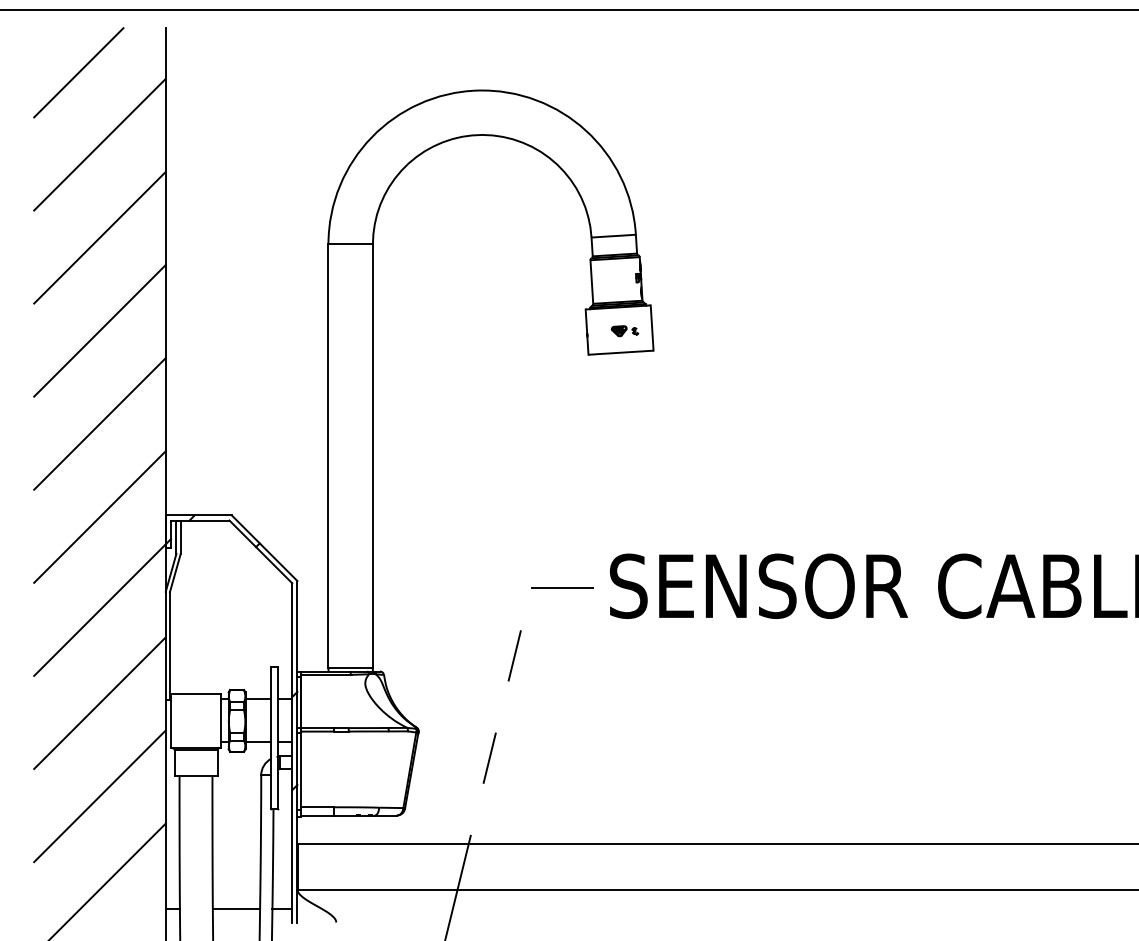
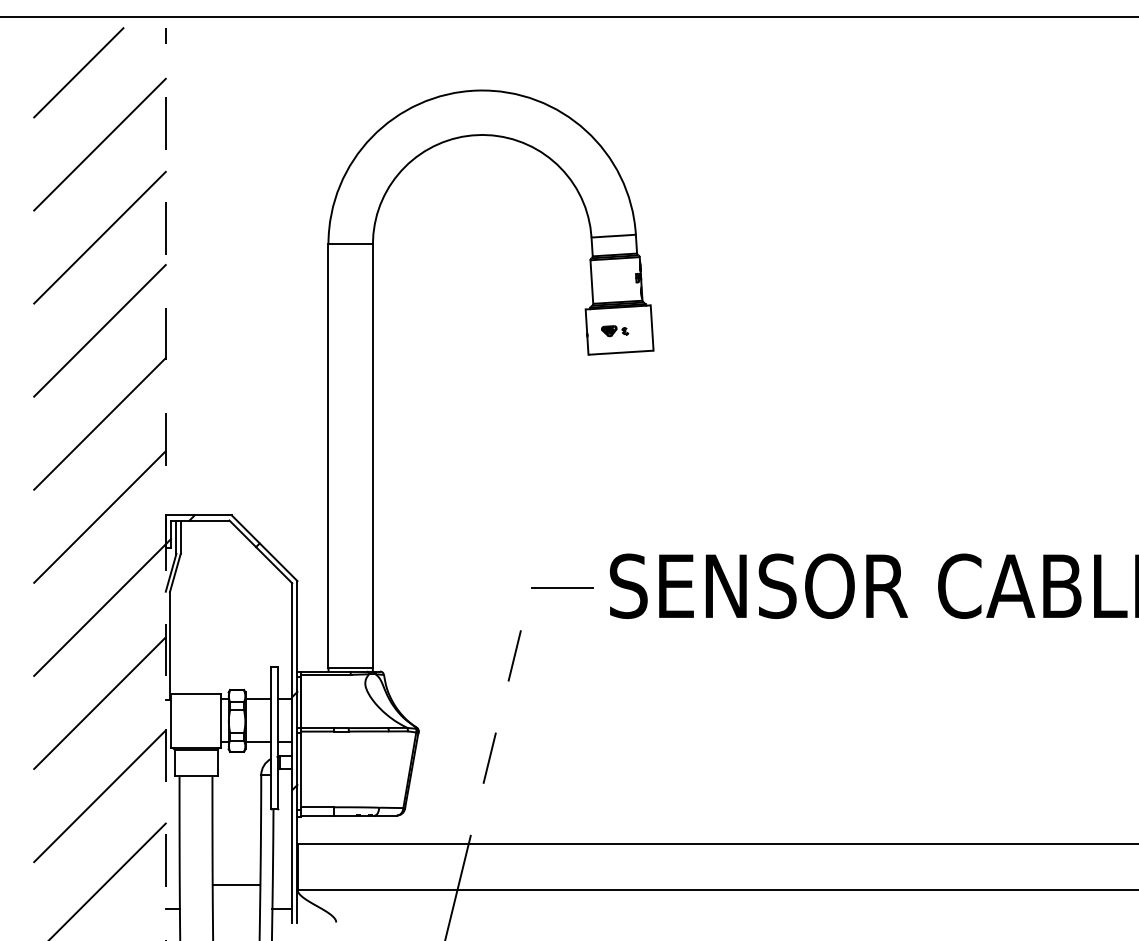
line at (568, 9) position: (568, 9) -> (568, 16)
part at (625, 331) position: (625, 331) -> (615, 331)
line at (165, 484): solid -> dashed
line at (236, 909) position: (236, 909) -> (236, 885)
